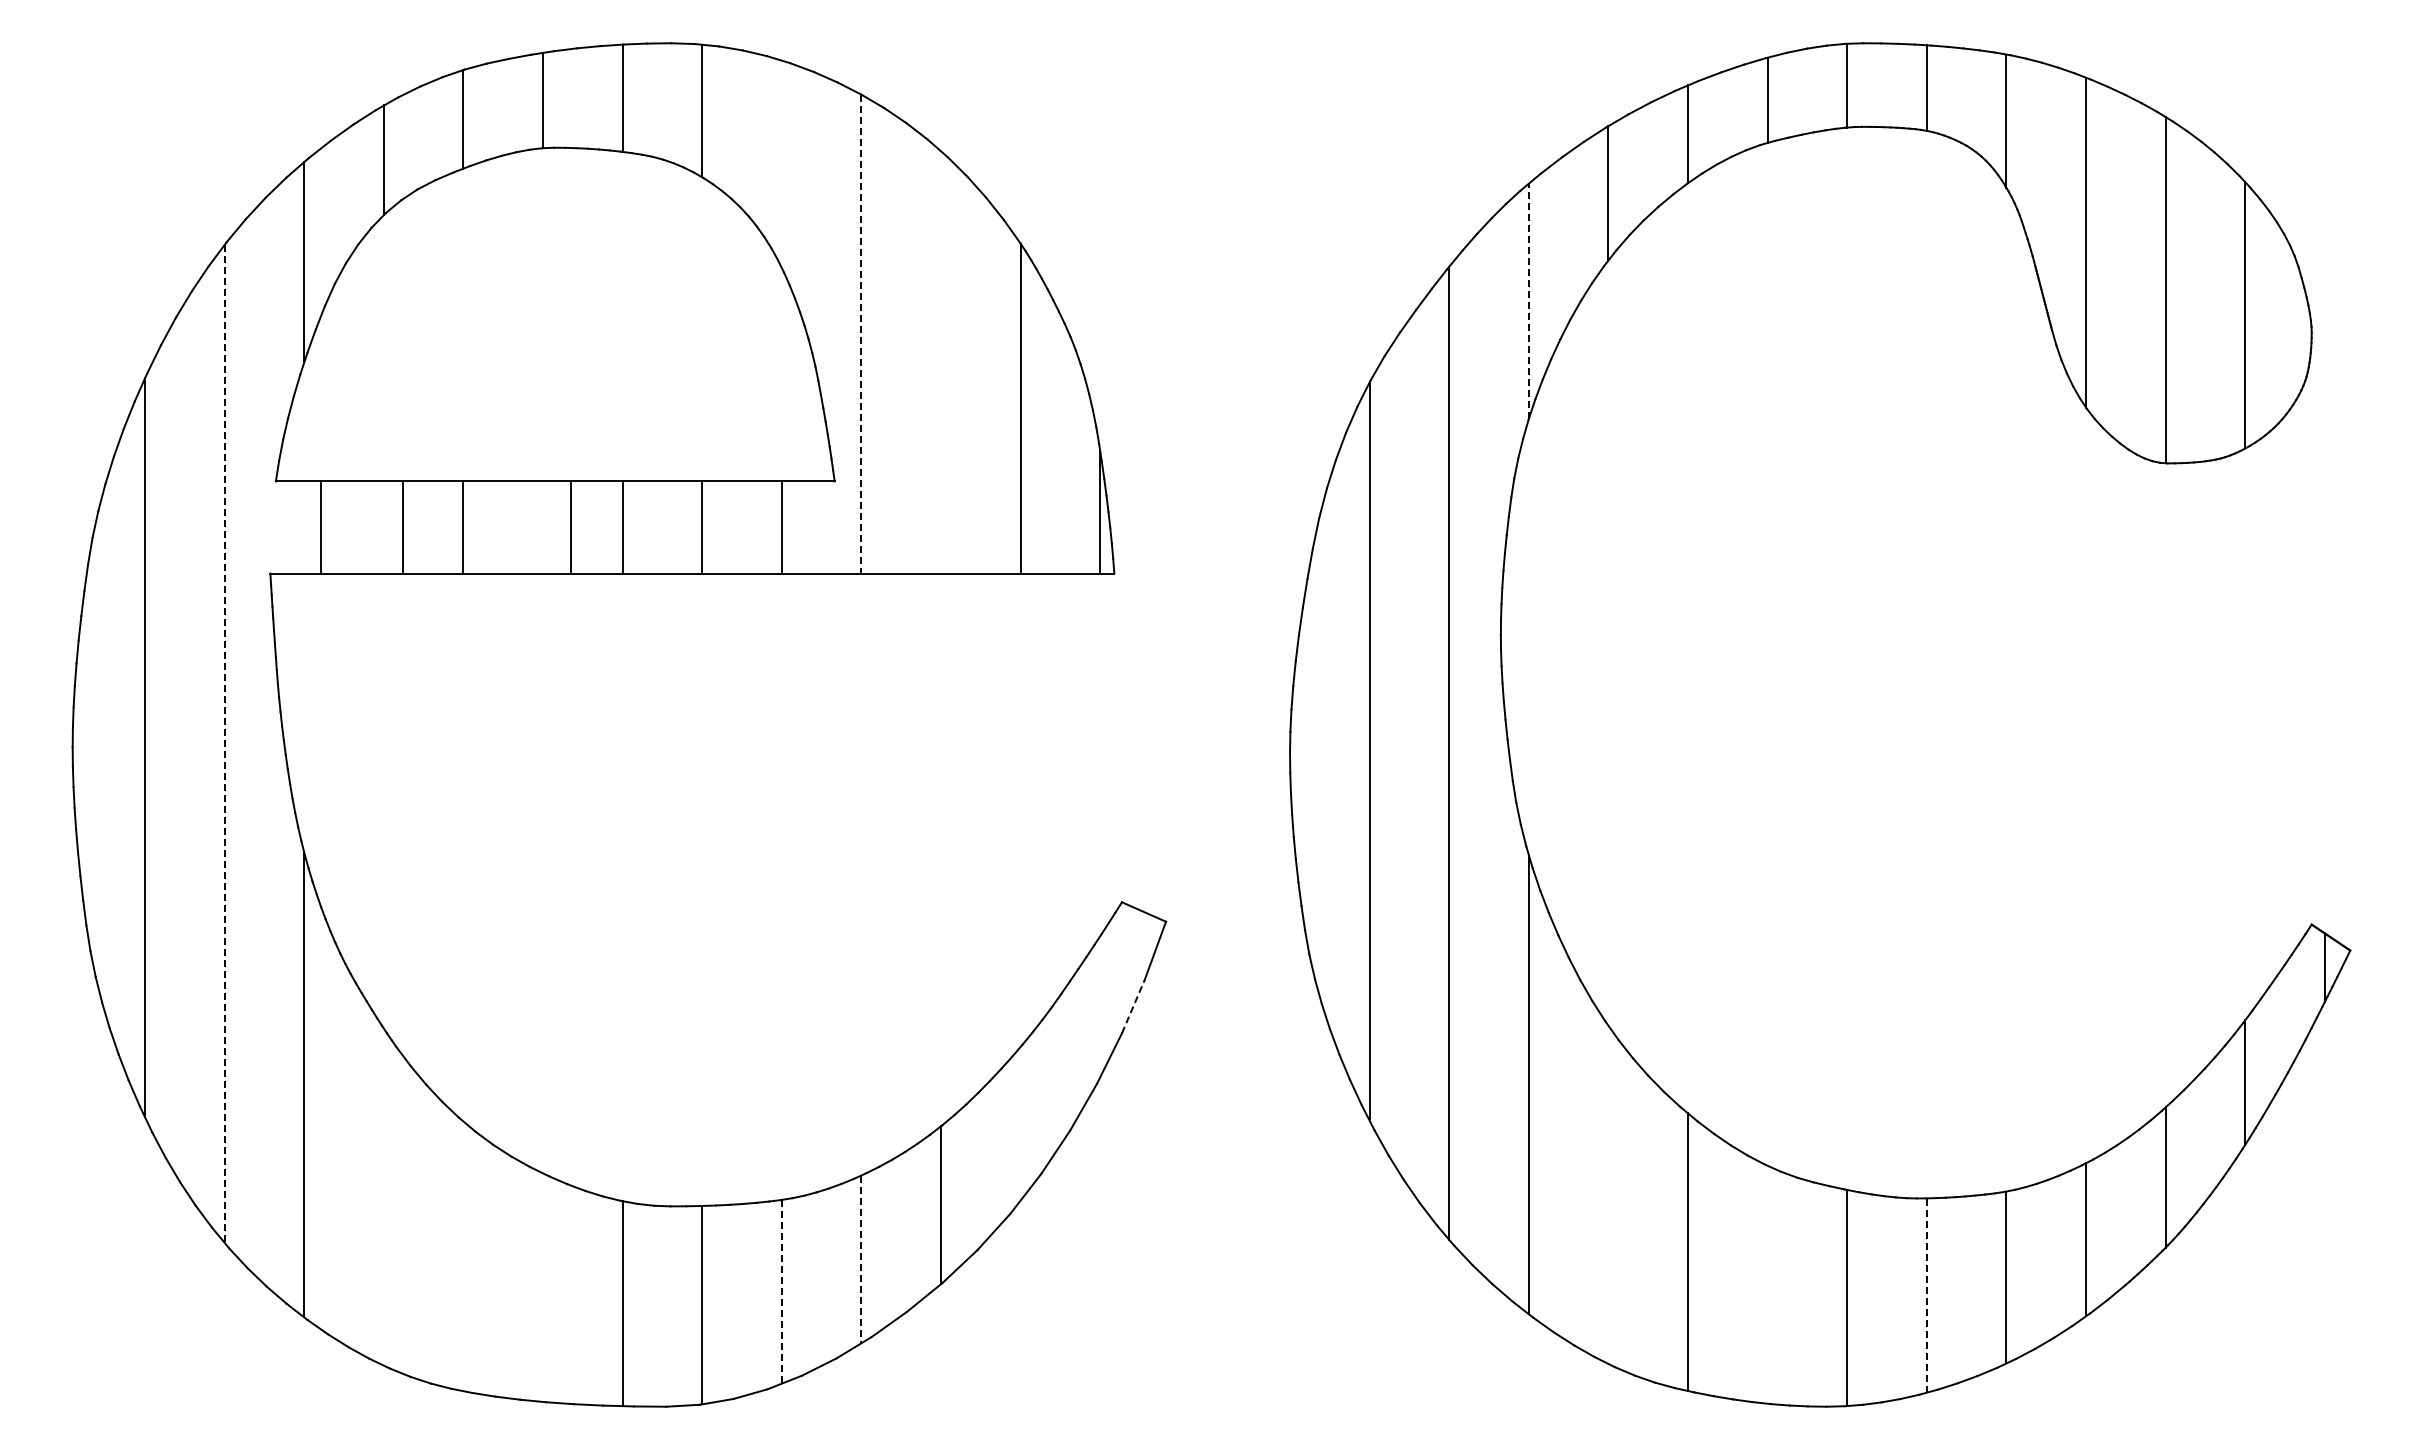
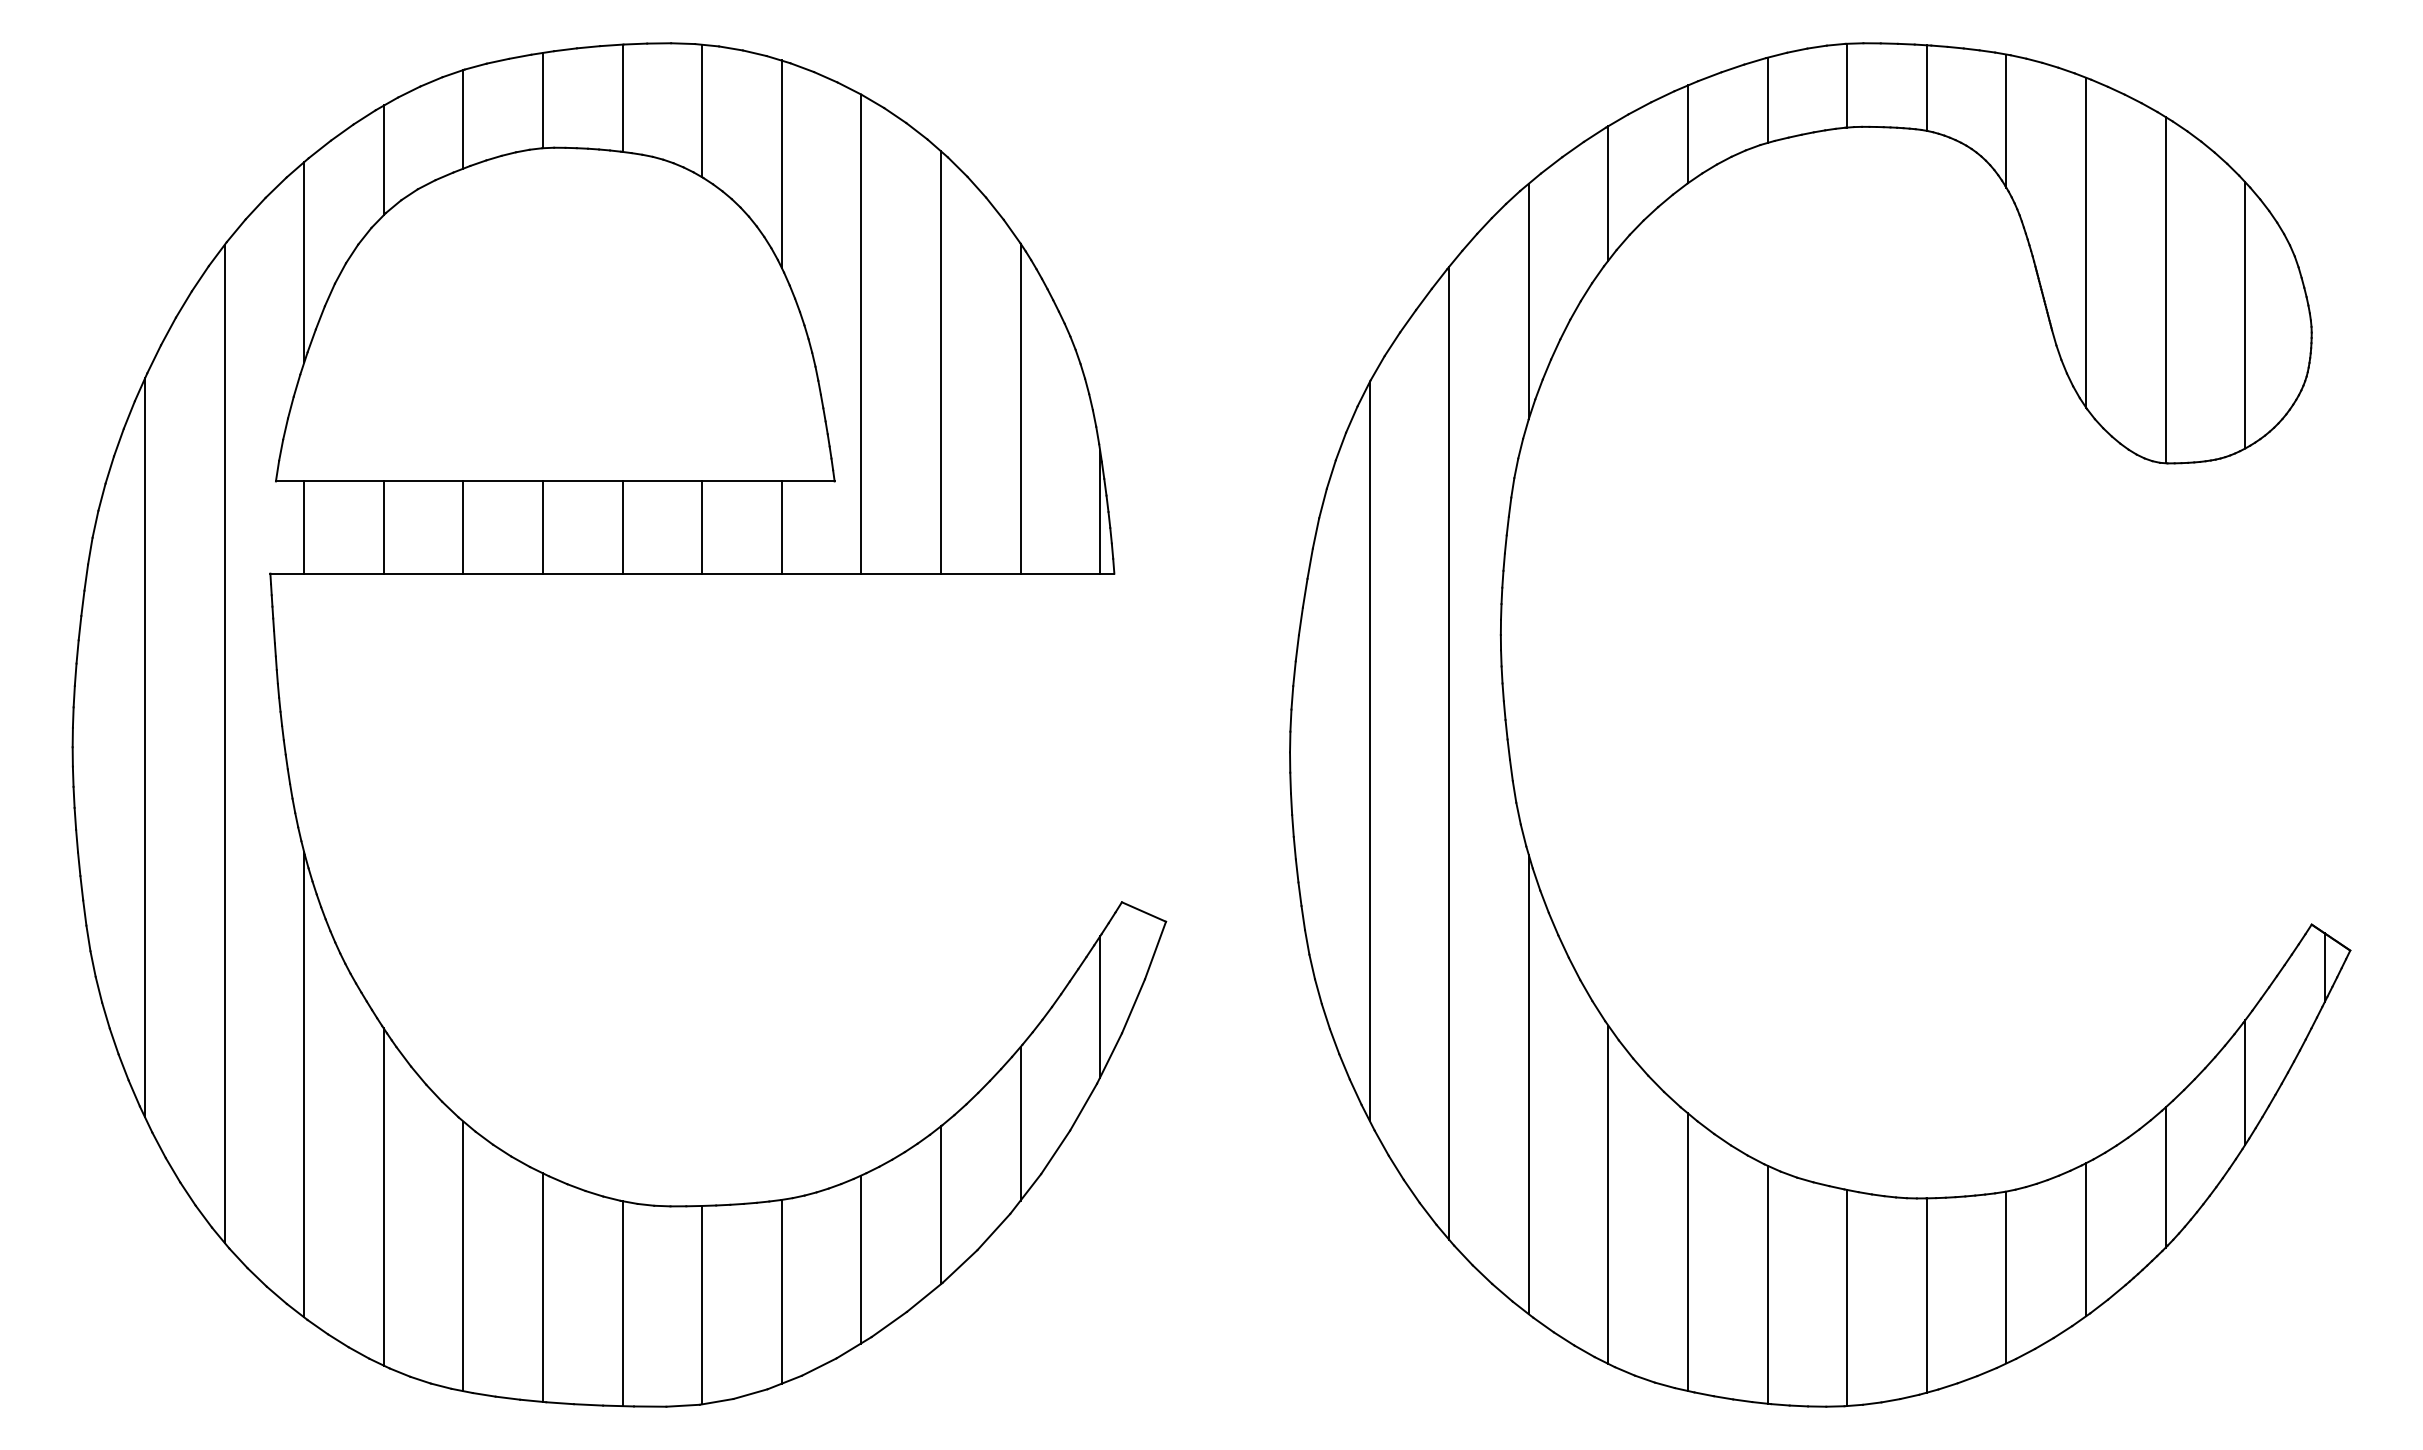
line at (781, 163): none -> present
line at (1528, 301): dashed -> solid
line at (861, 334): dashed -> solid
line at (941, 362): none -> present
line at (321, 527) position: (321, 527) -> (304, 527)
line at (402, 527) position: (402, 527) -> (383, 527)
line at (571, 527) position: (571, 527) -> (543, 527)
line at (224, 744): dashed -> solid
line at (1133, 1005): dashed -> solid
line at (1100, 1006): none -> present
line at (1020, 1123): none -> present
line at (1608, 1194): none -> present
line at (383, 1196): none -> present
line at (463, 1256): none -> present
line at (861, 1260): dashed -> solid
line at (1767, 1284): none -> present
line at (543, 1287): none -> present
line at (781, 1292): dashed -> solid
line at (1926, 1295): dashed -> solid
